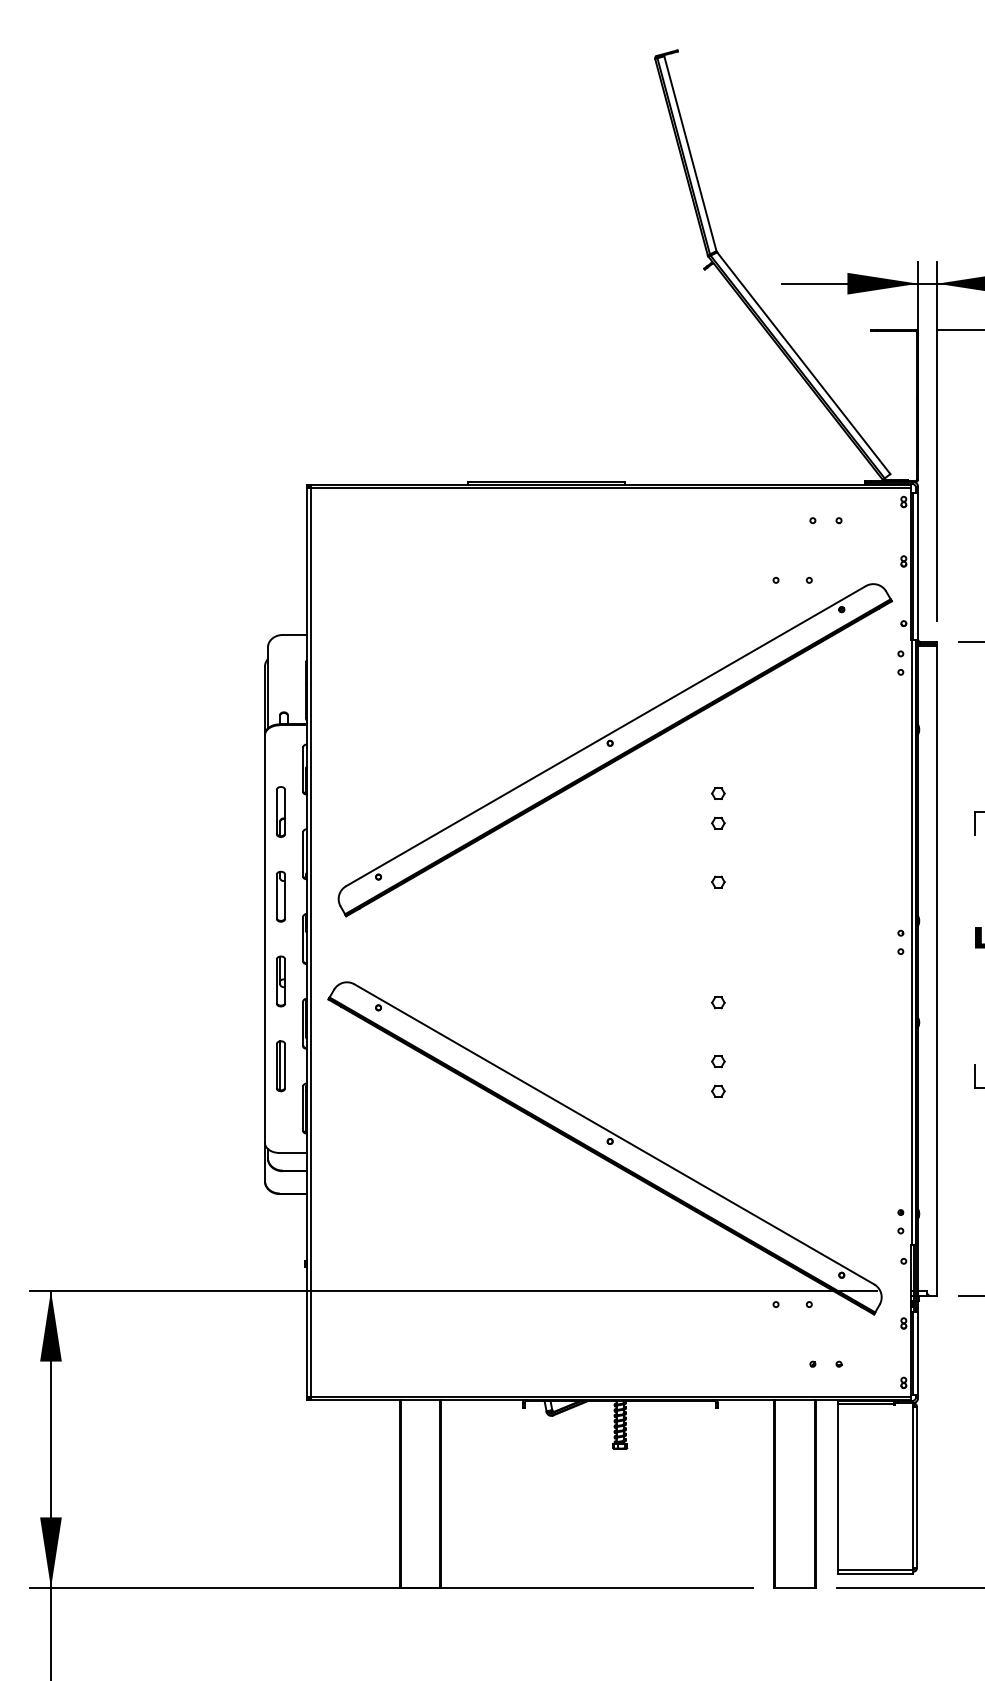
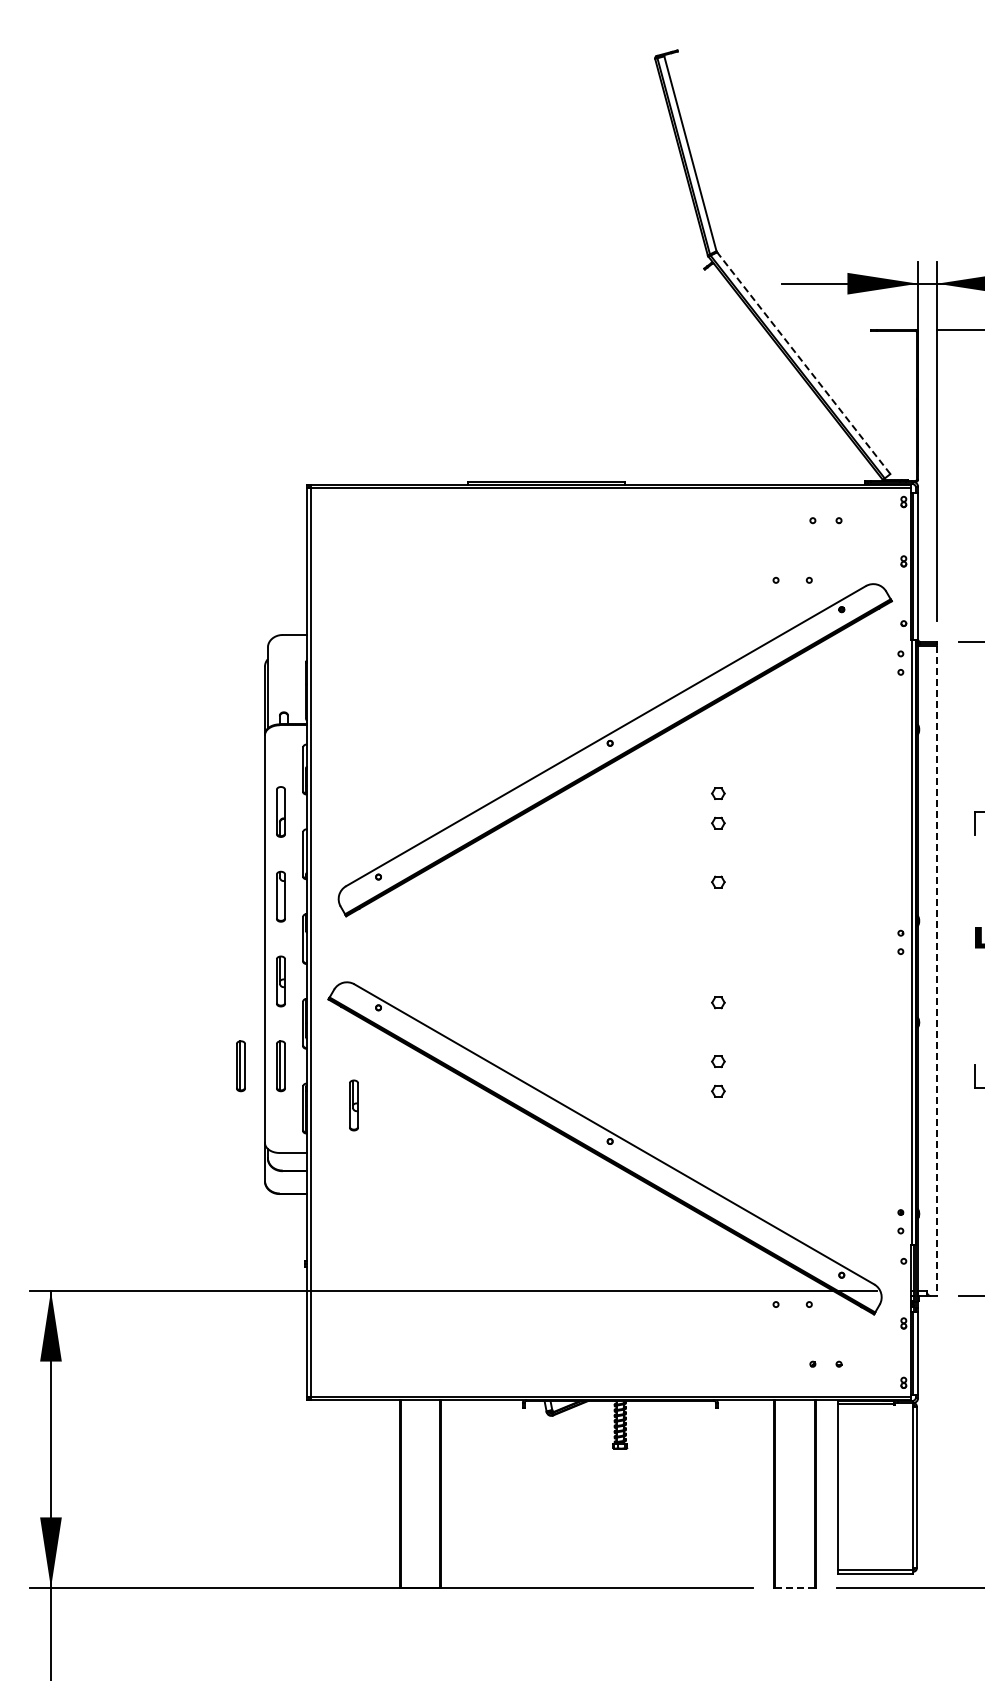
line at (803, 363): solid -> dashed
line at (937, 970): solid -> dashed
part at (240, 1066): none -> present
part at (353, 1105): none -> present
line at (795, 1588): solid -> dashed
